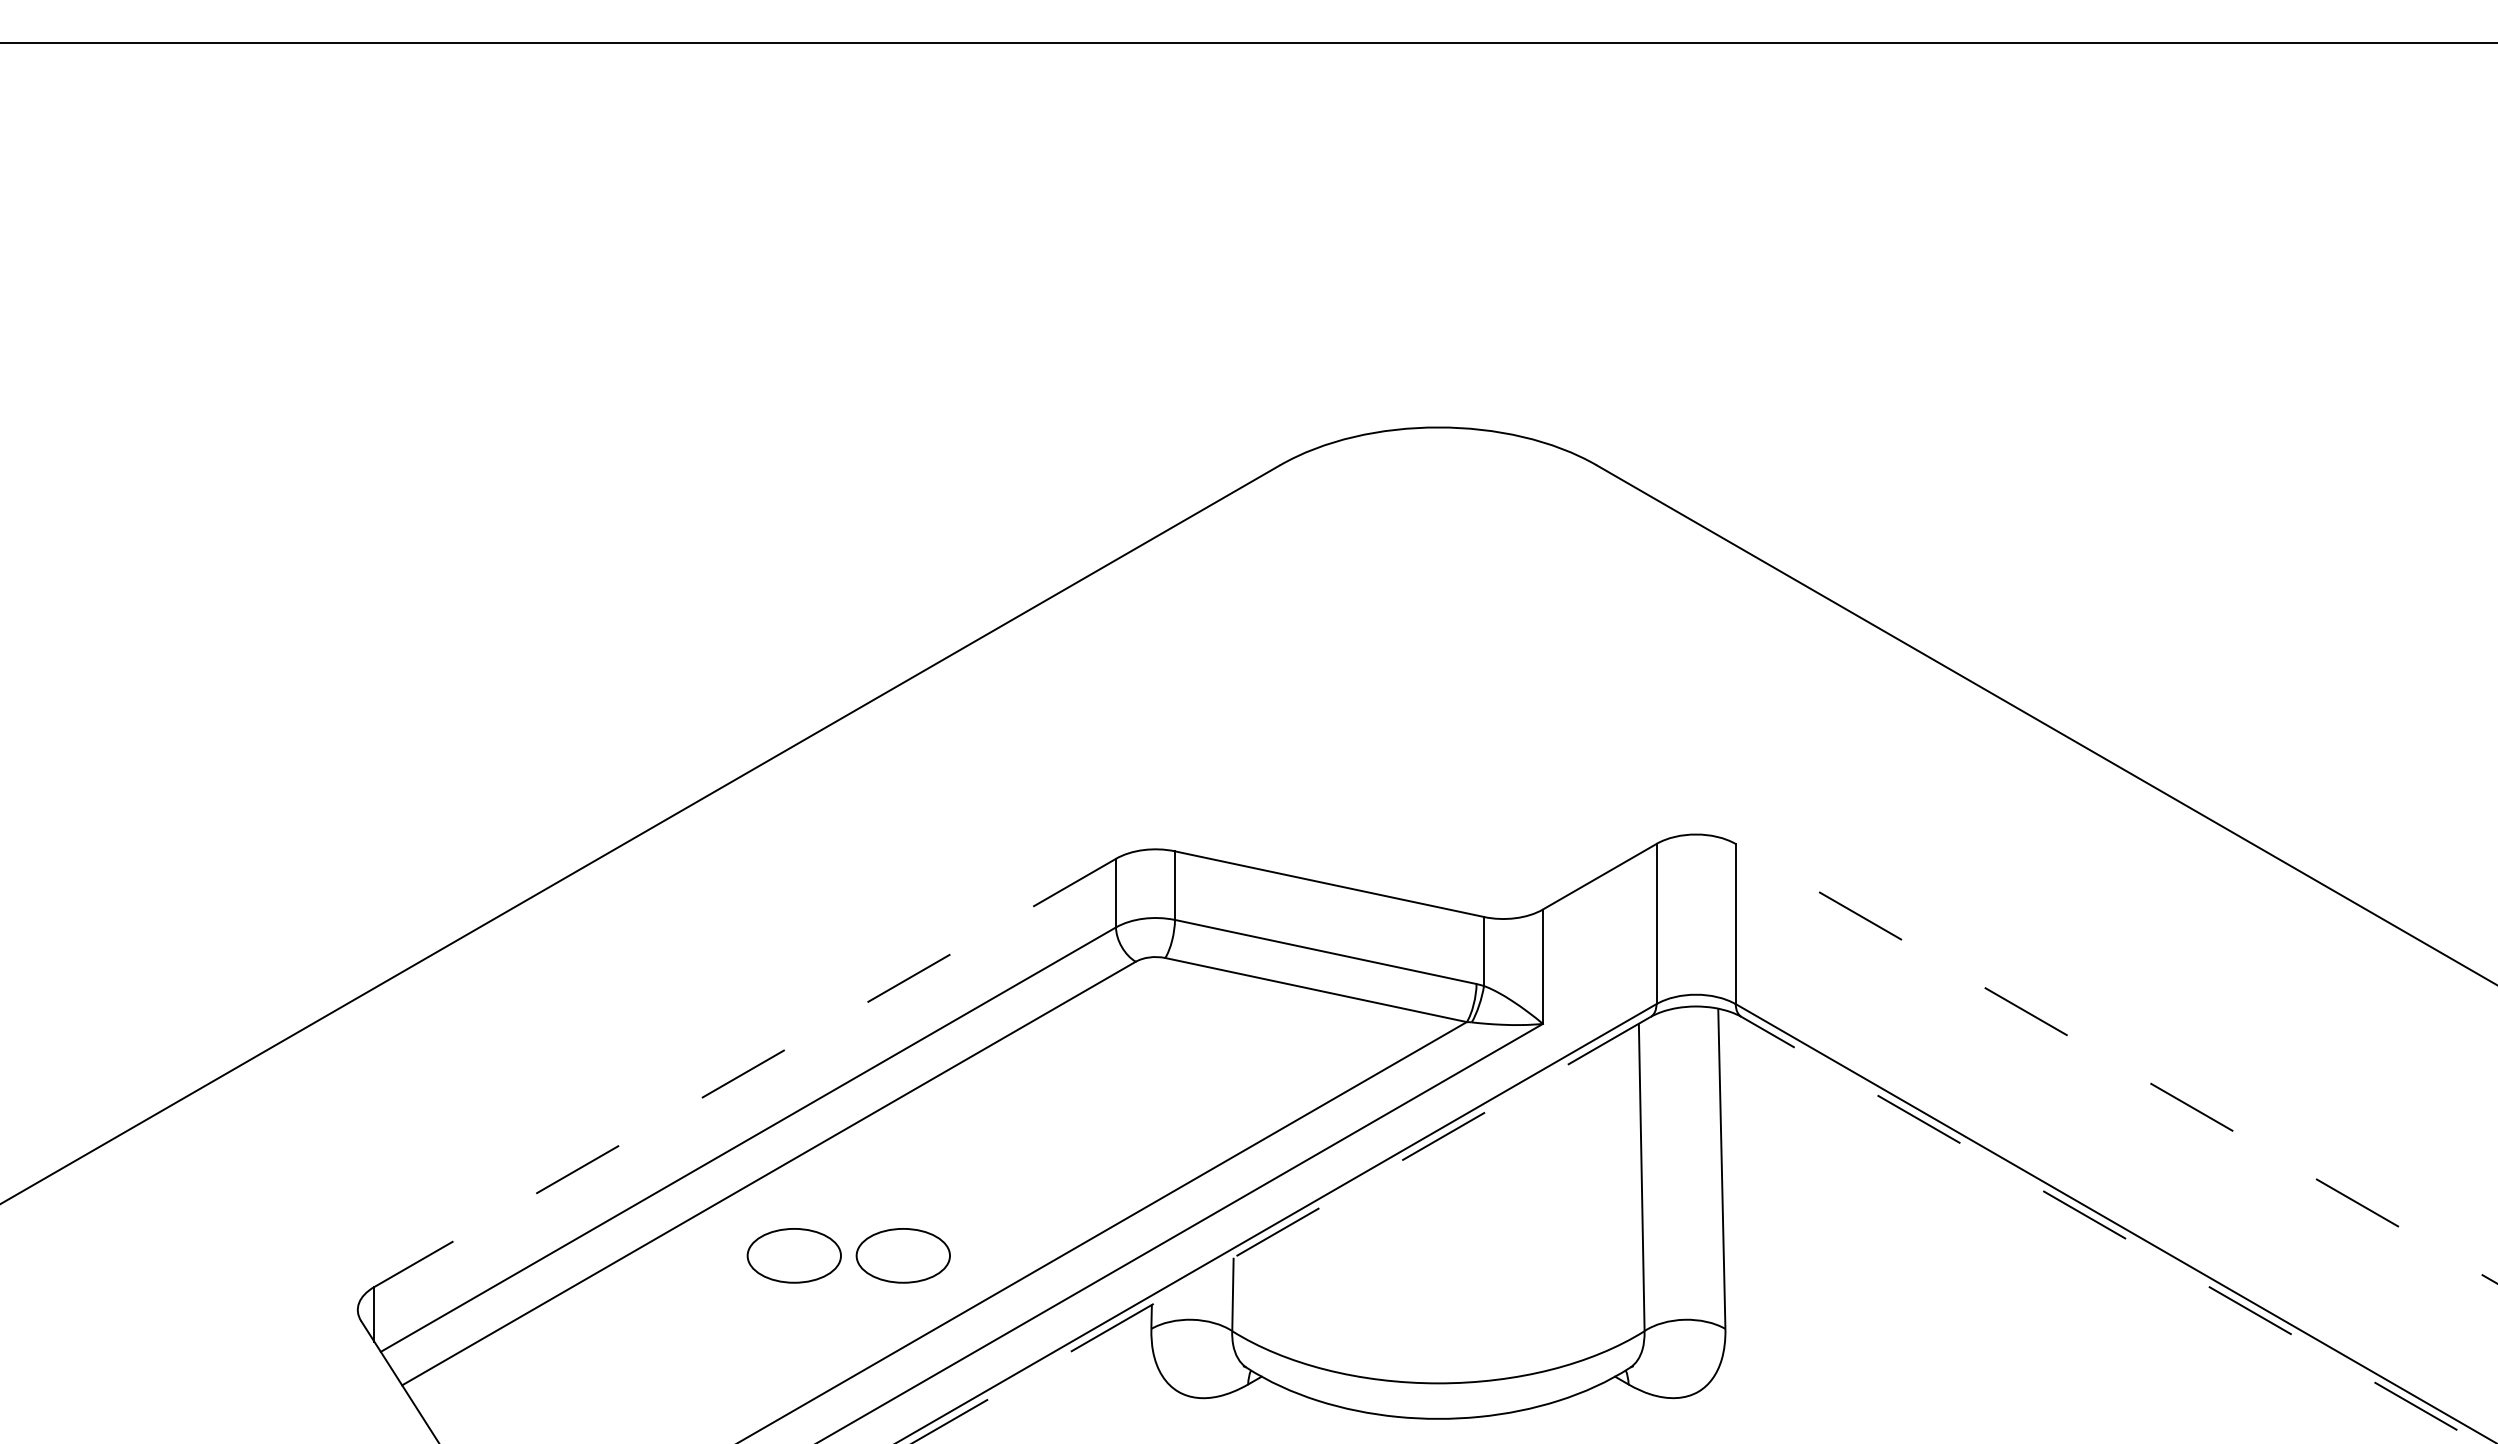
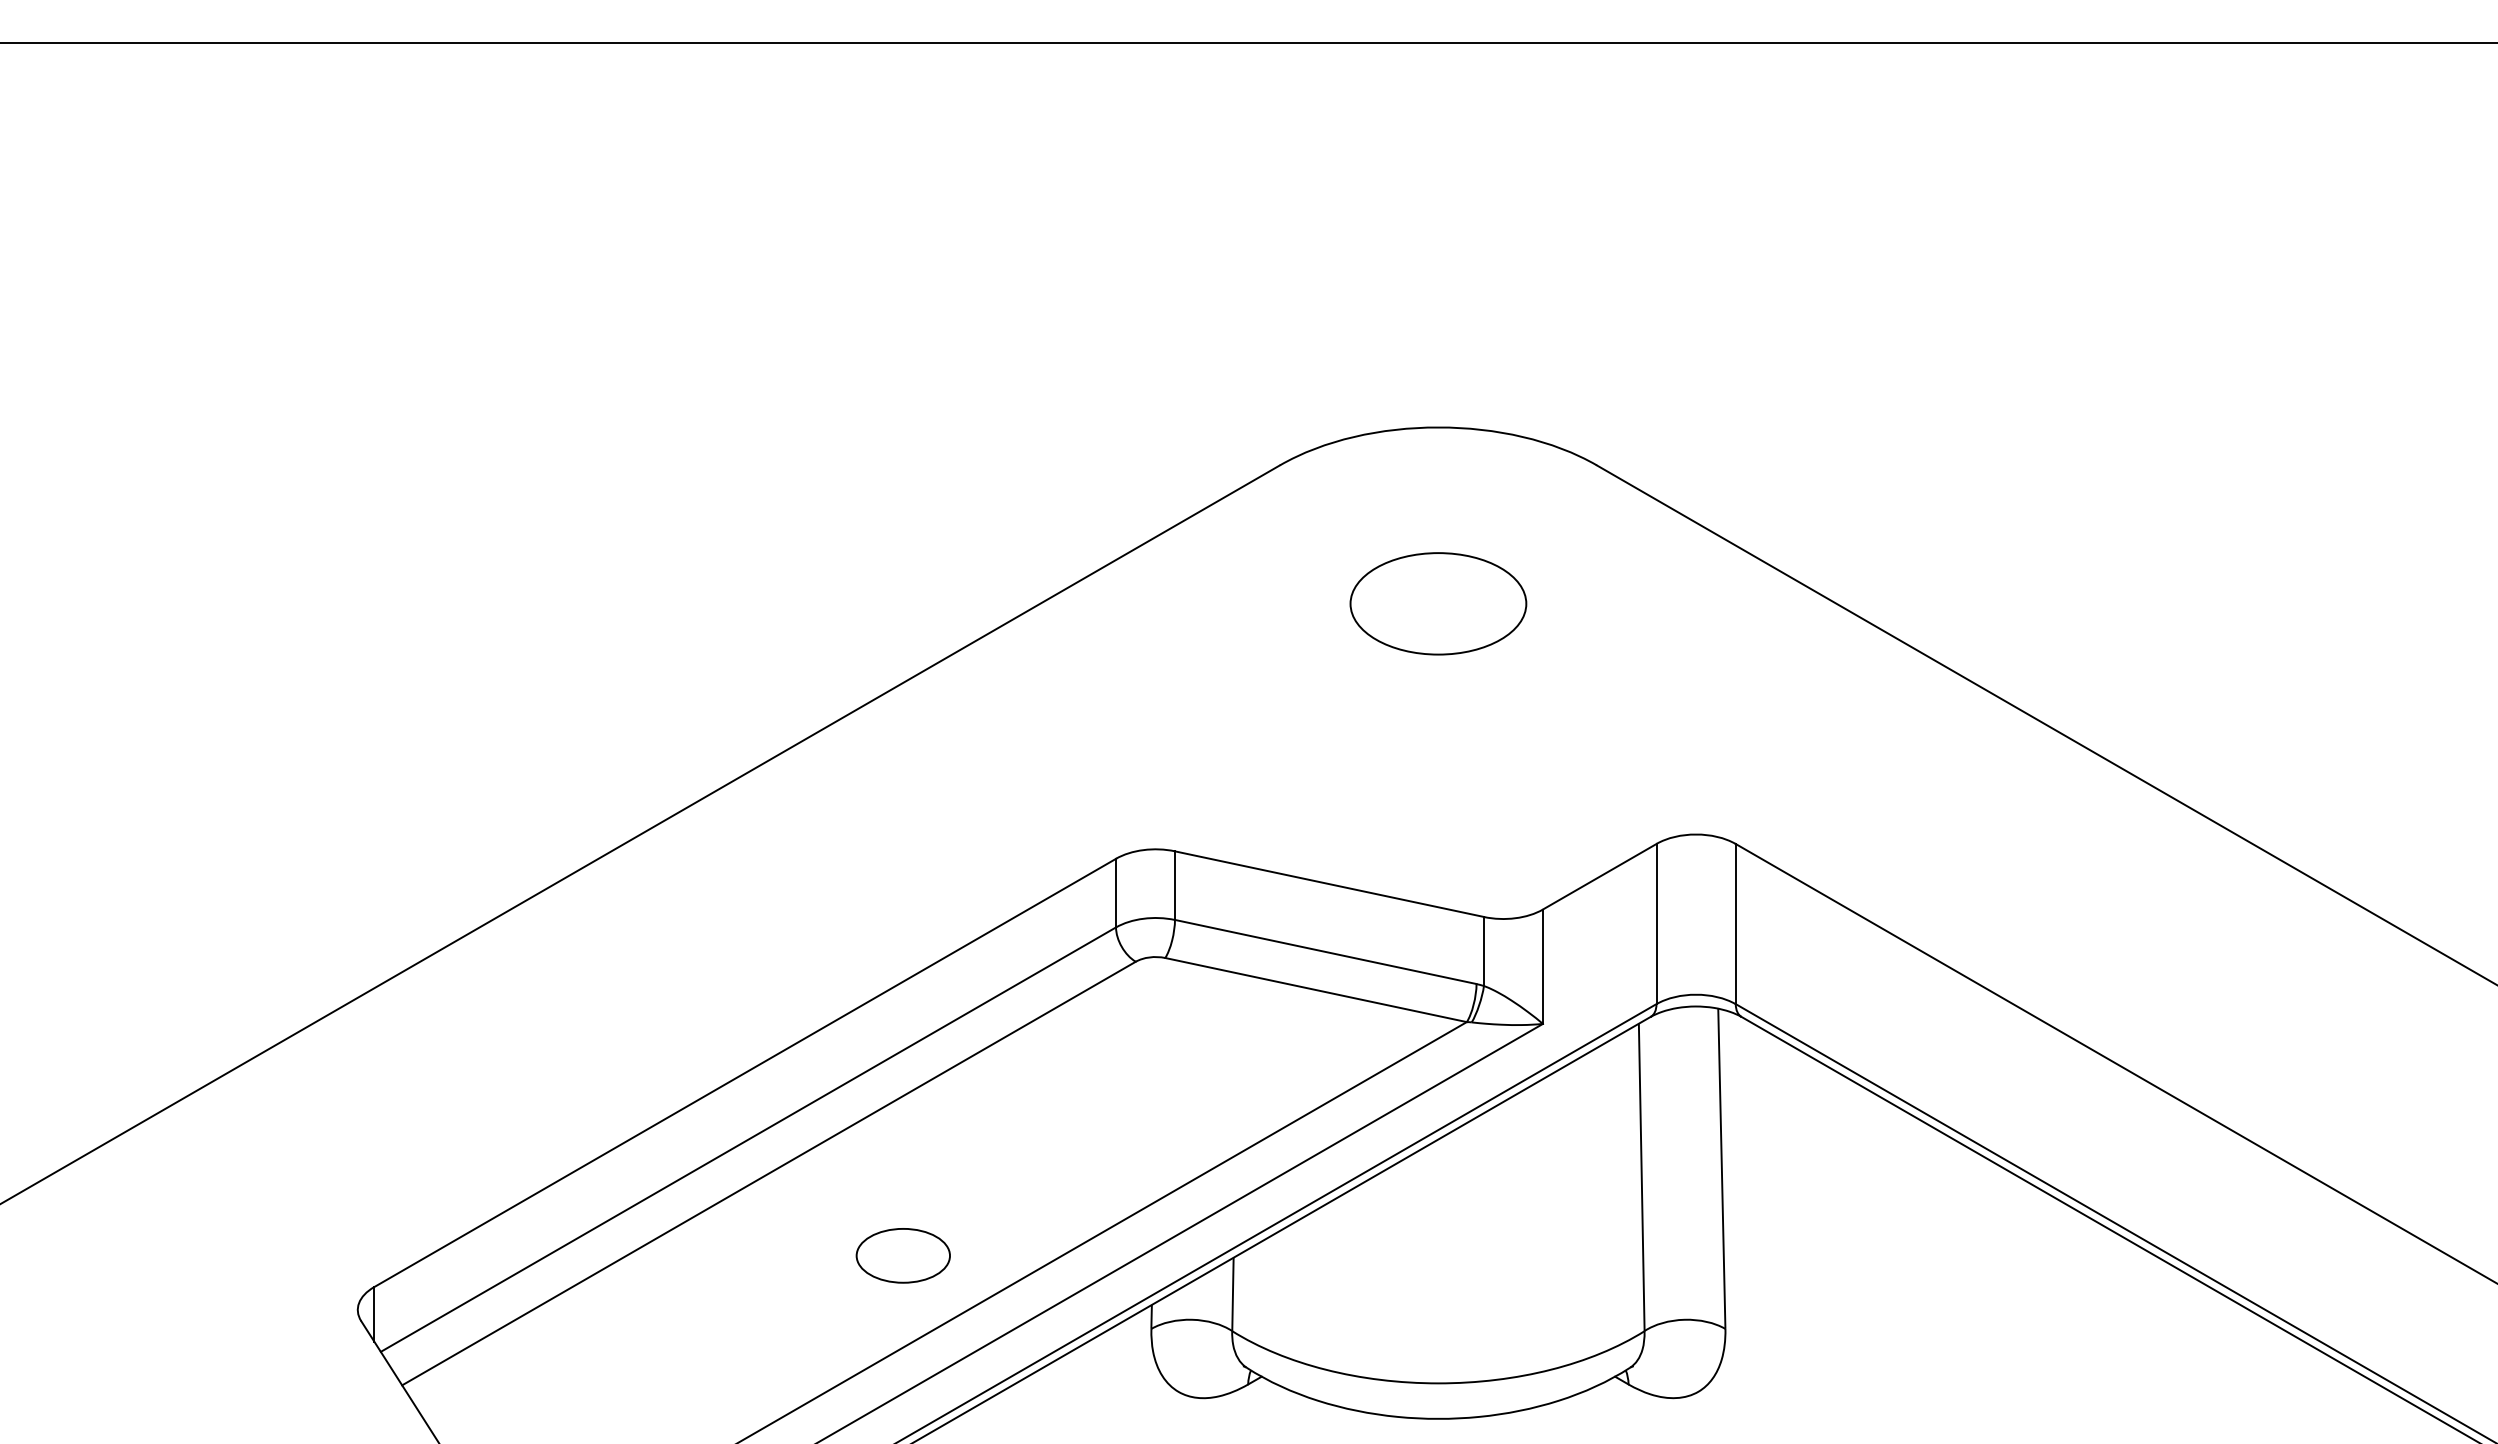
part at (1438, 603): none -> present
line at (2116, 1063): dashed -> solid
line at (744, 1073): dashed -> solid
line at (1280, 1230): dashed -> solid
line at (2111, 1230): dashed -> solid
part at (793, 1255): present -> none
